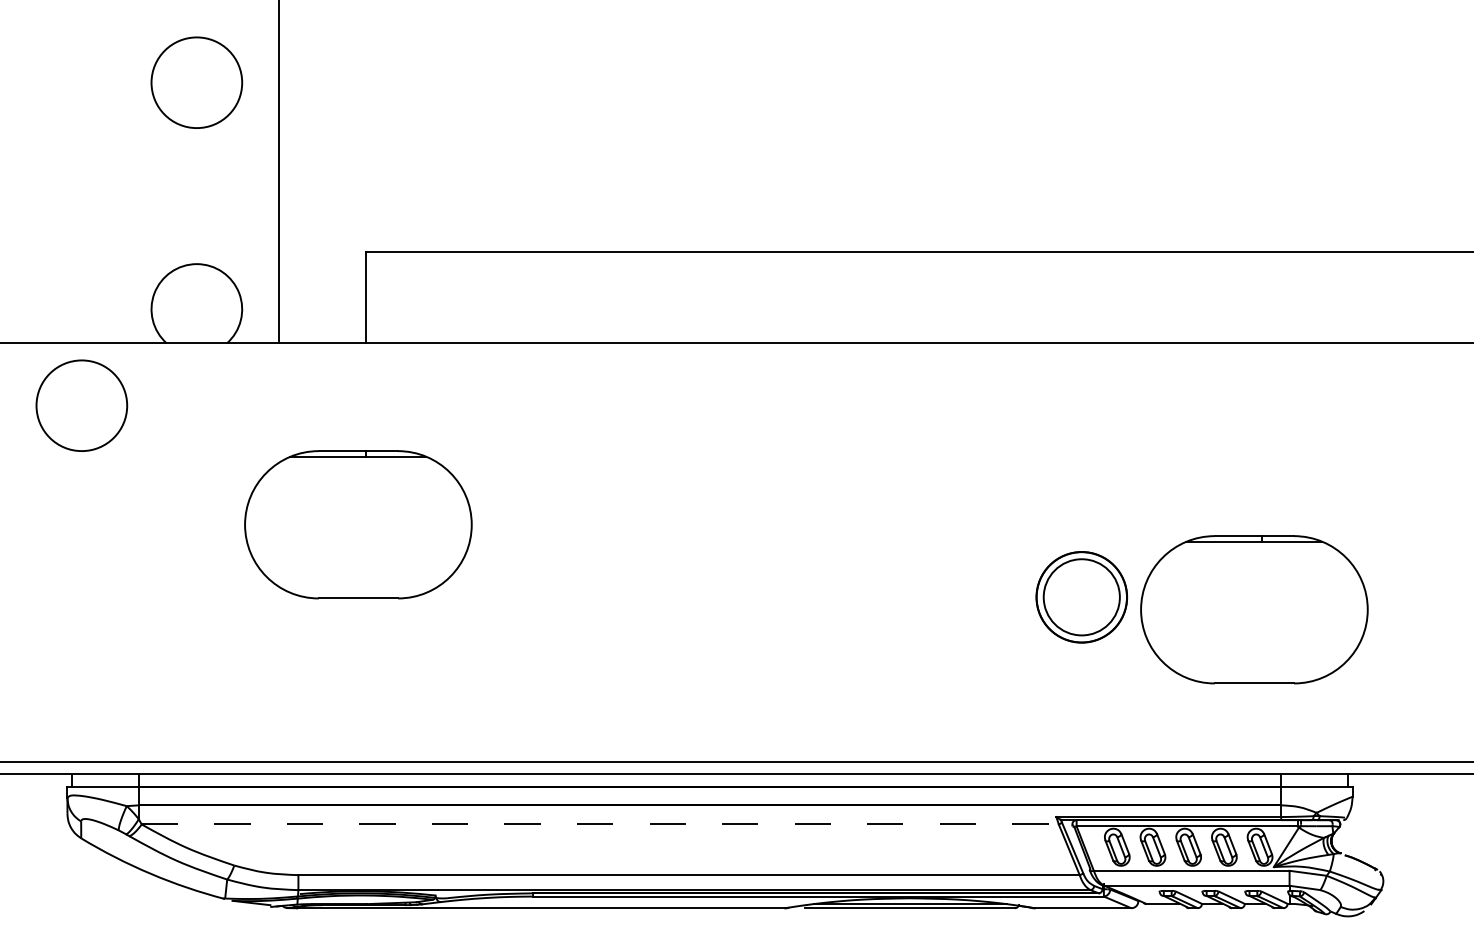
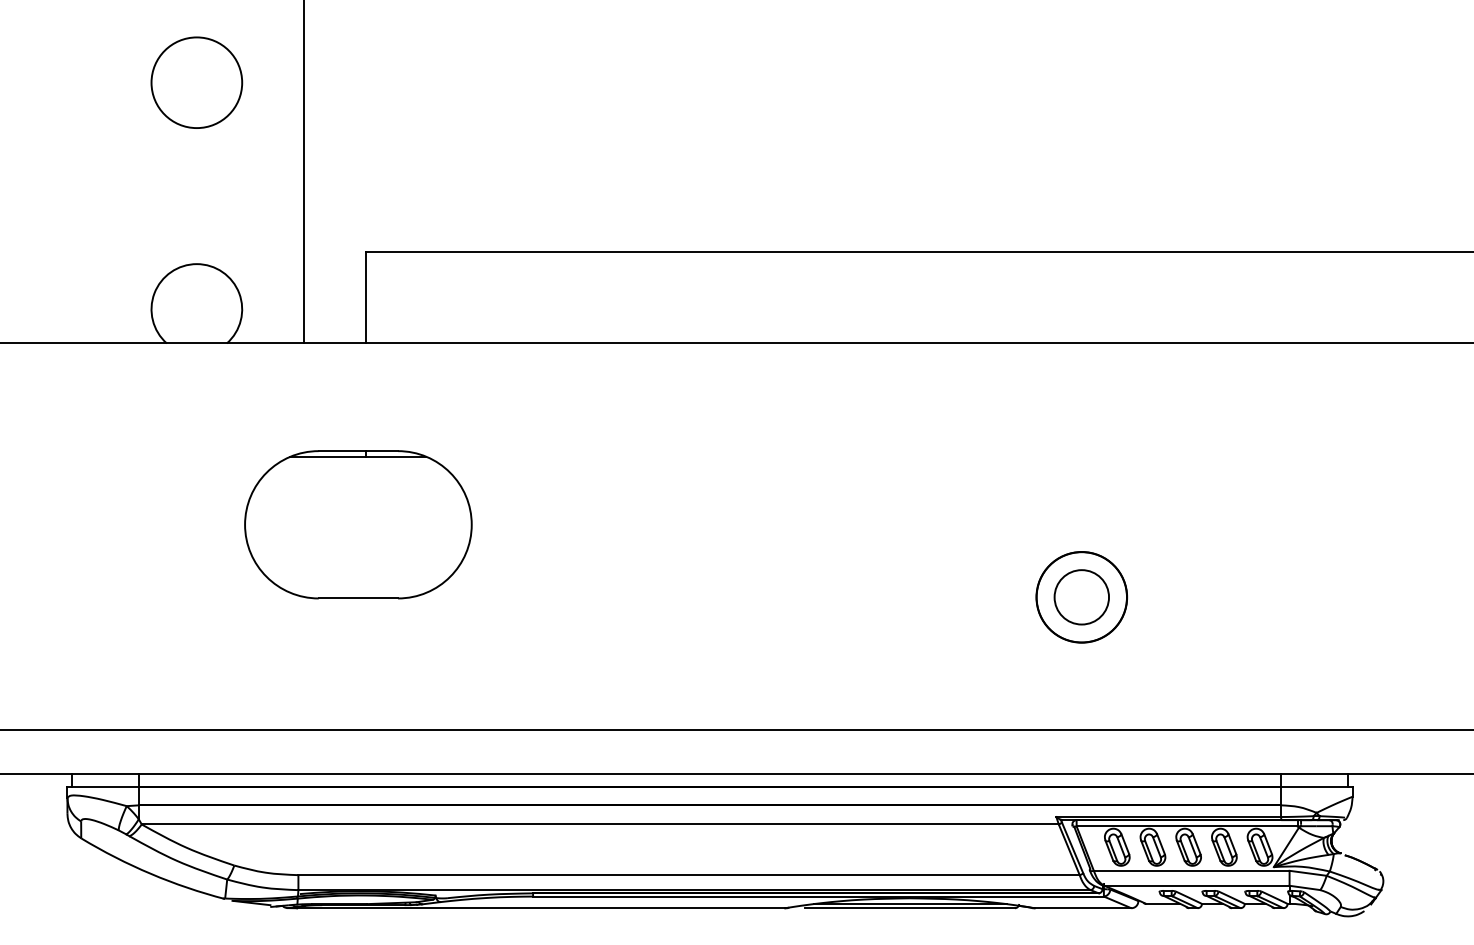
line at (278, 172) position: (278, 172) -> (303, 172)
circle at (81, 405): present -> none
circle at (1081, 597) diameter: 76 px -> 54 px
part at (1254, 609): present -> none
line at (736, 762) position: (736, 762) -> (736, 730)
line at (600, 824): dashed -> solid
